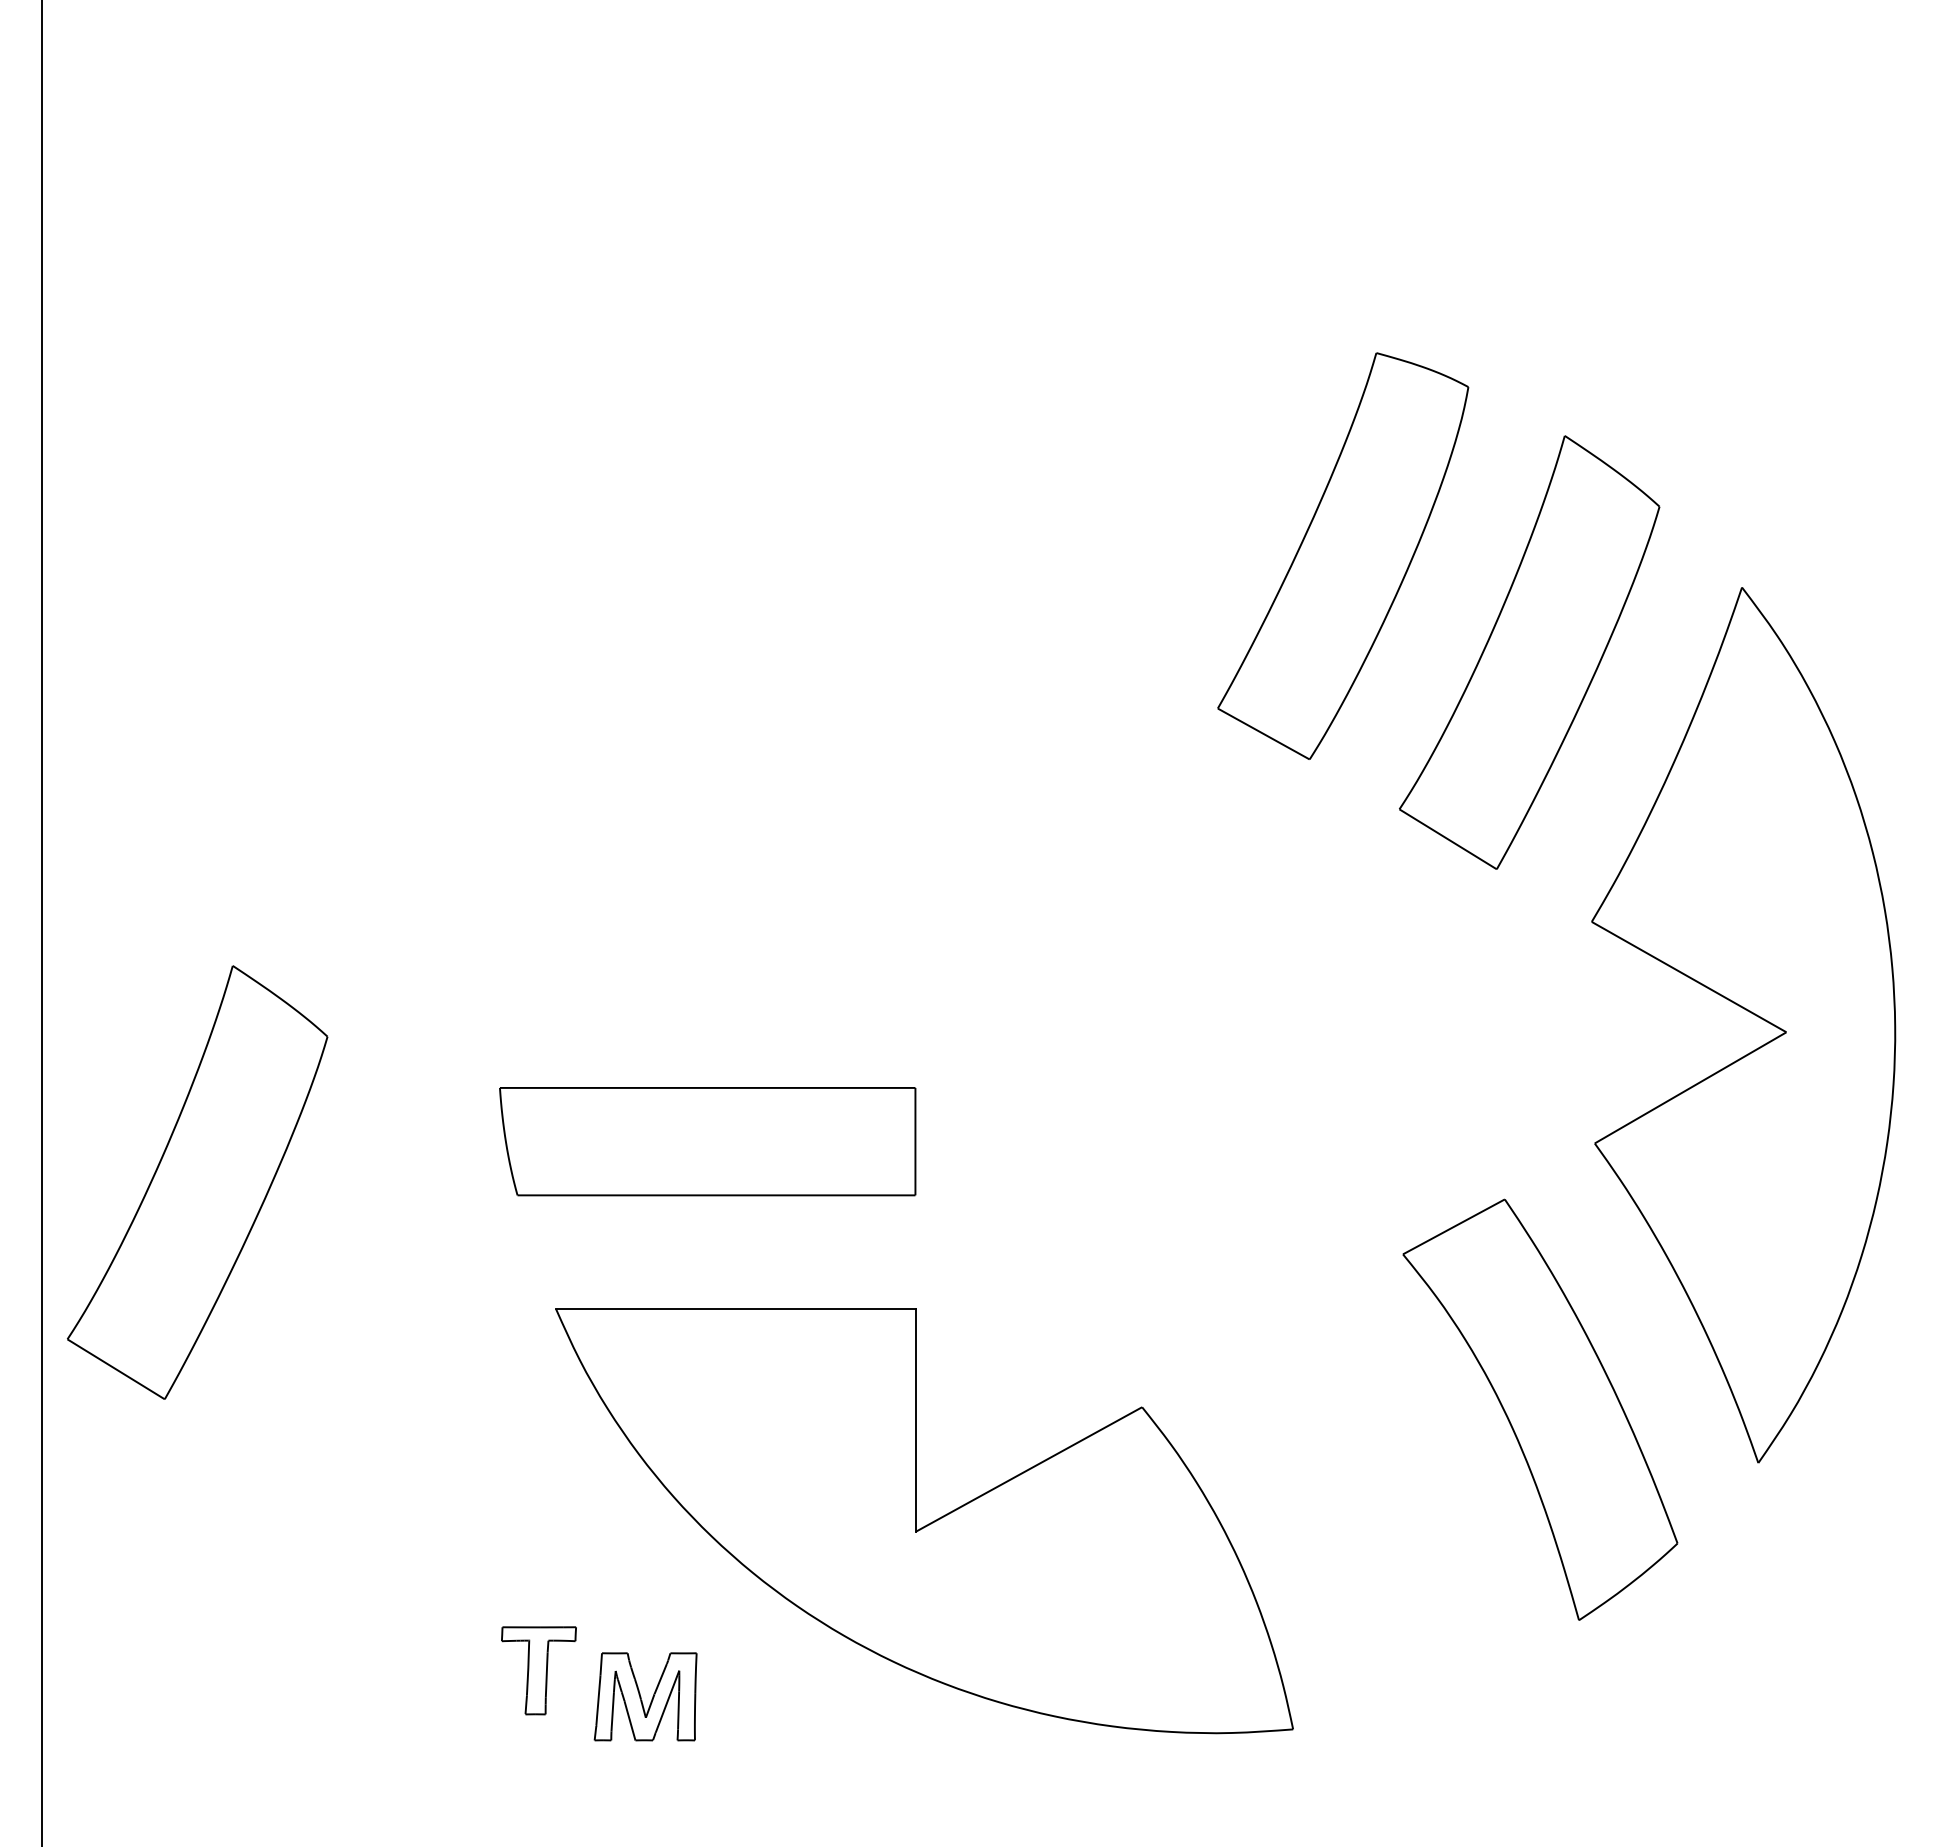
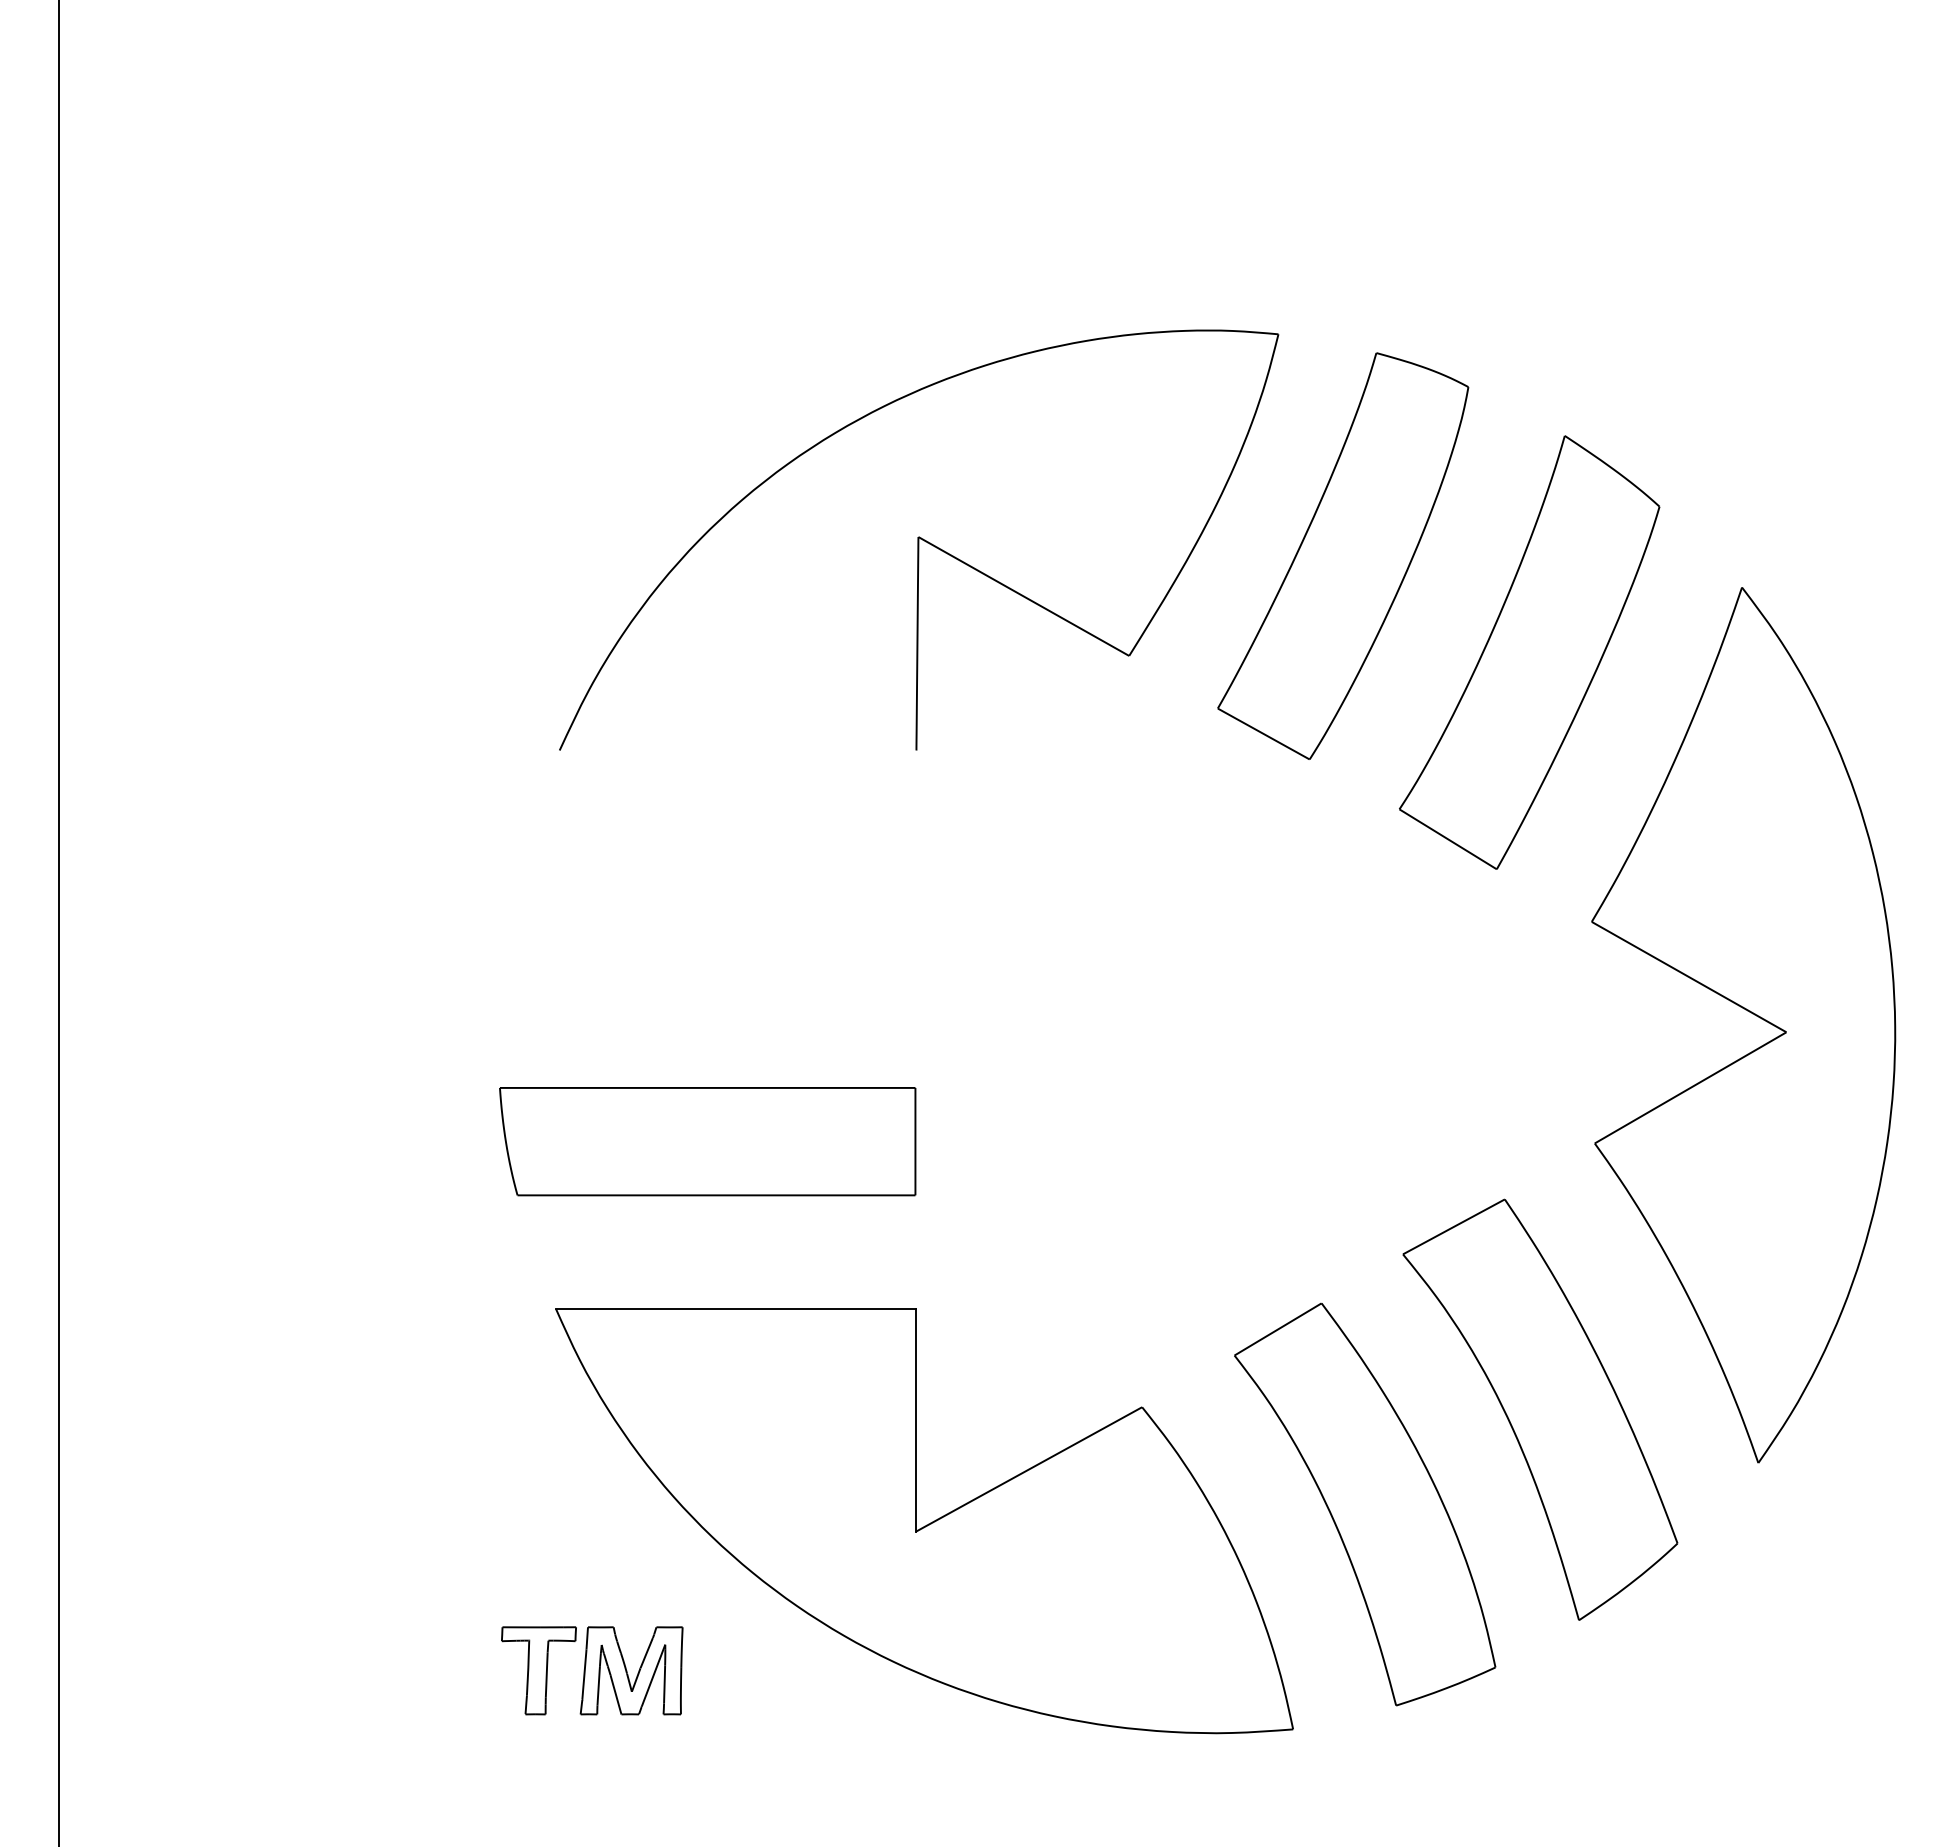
part at (919, 539): none -> present
line at (41, 922) position: (41, 922) -> (58, 922)
part at (197, 1182): present -> none
part at (1365, 1504): none -> present
part at (645, 1696) position: (645, 1696) -> (631, 1670)
